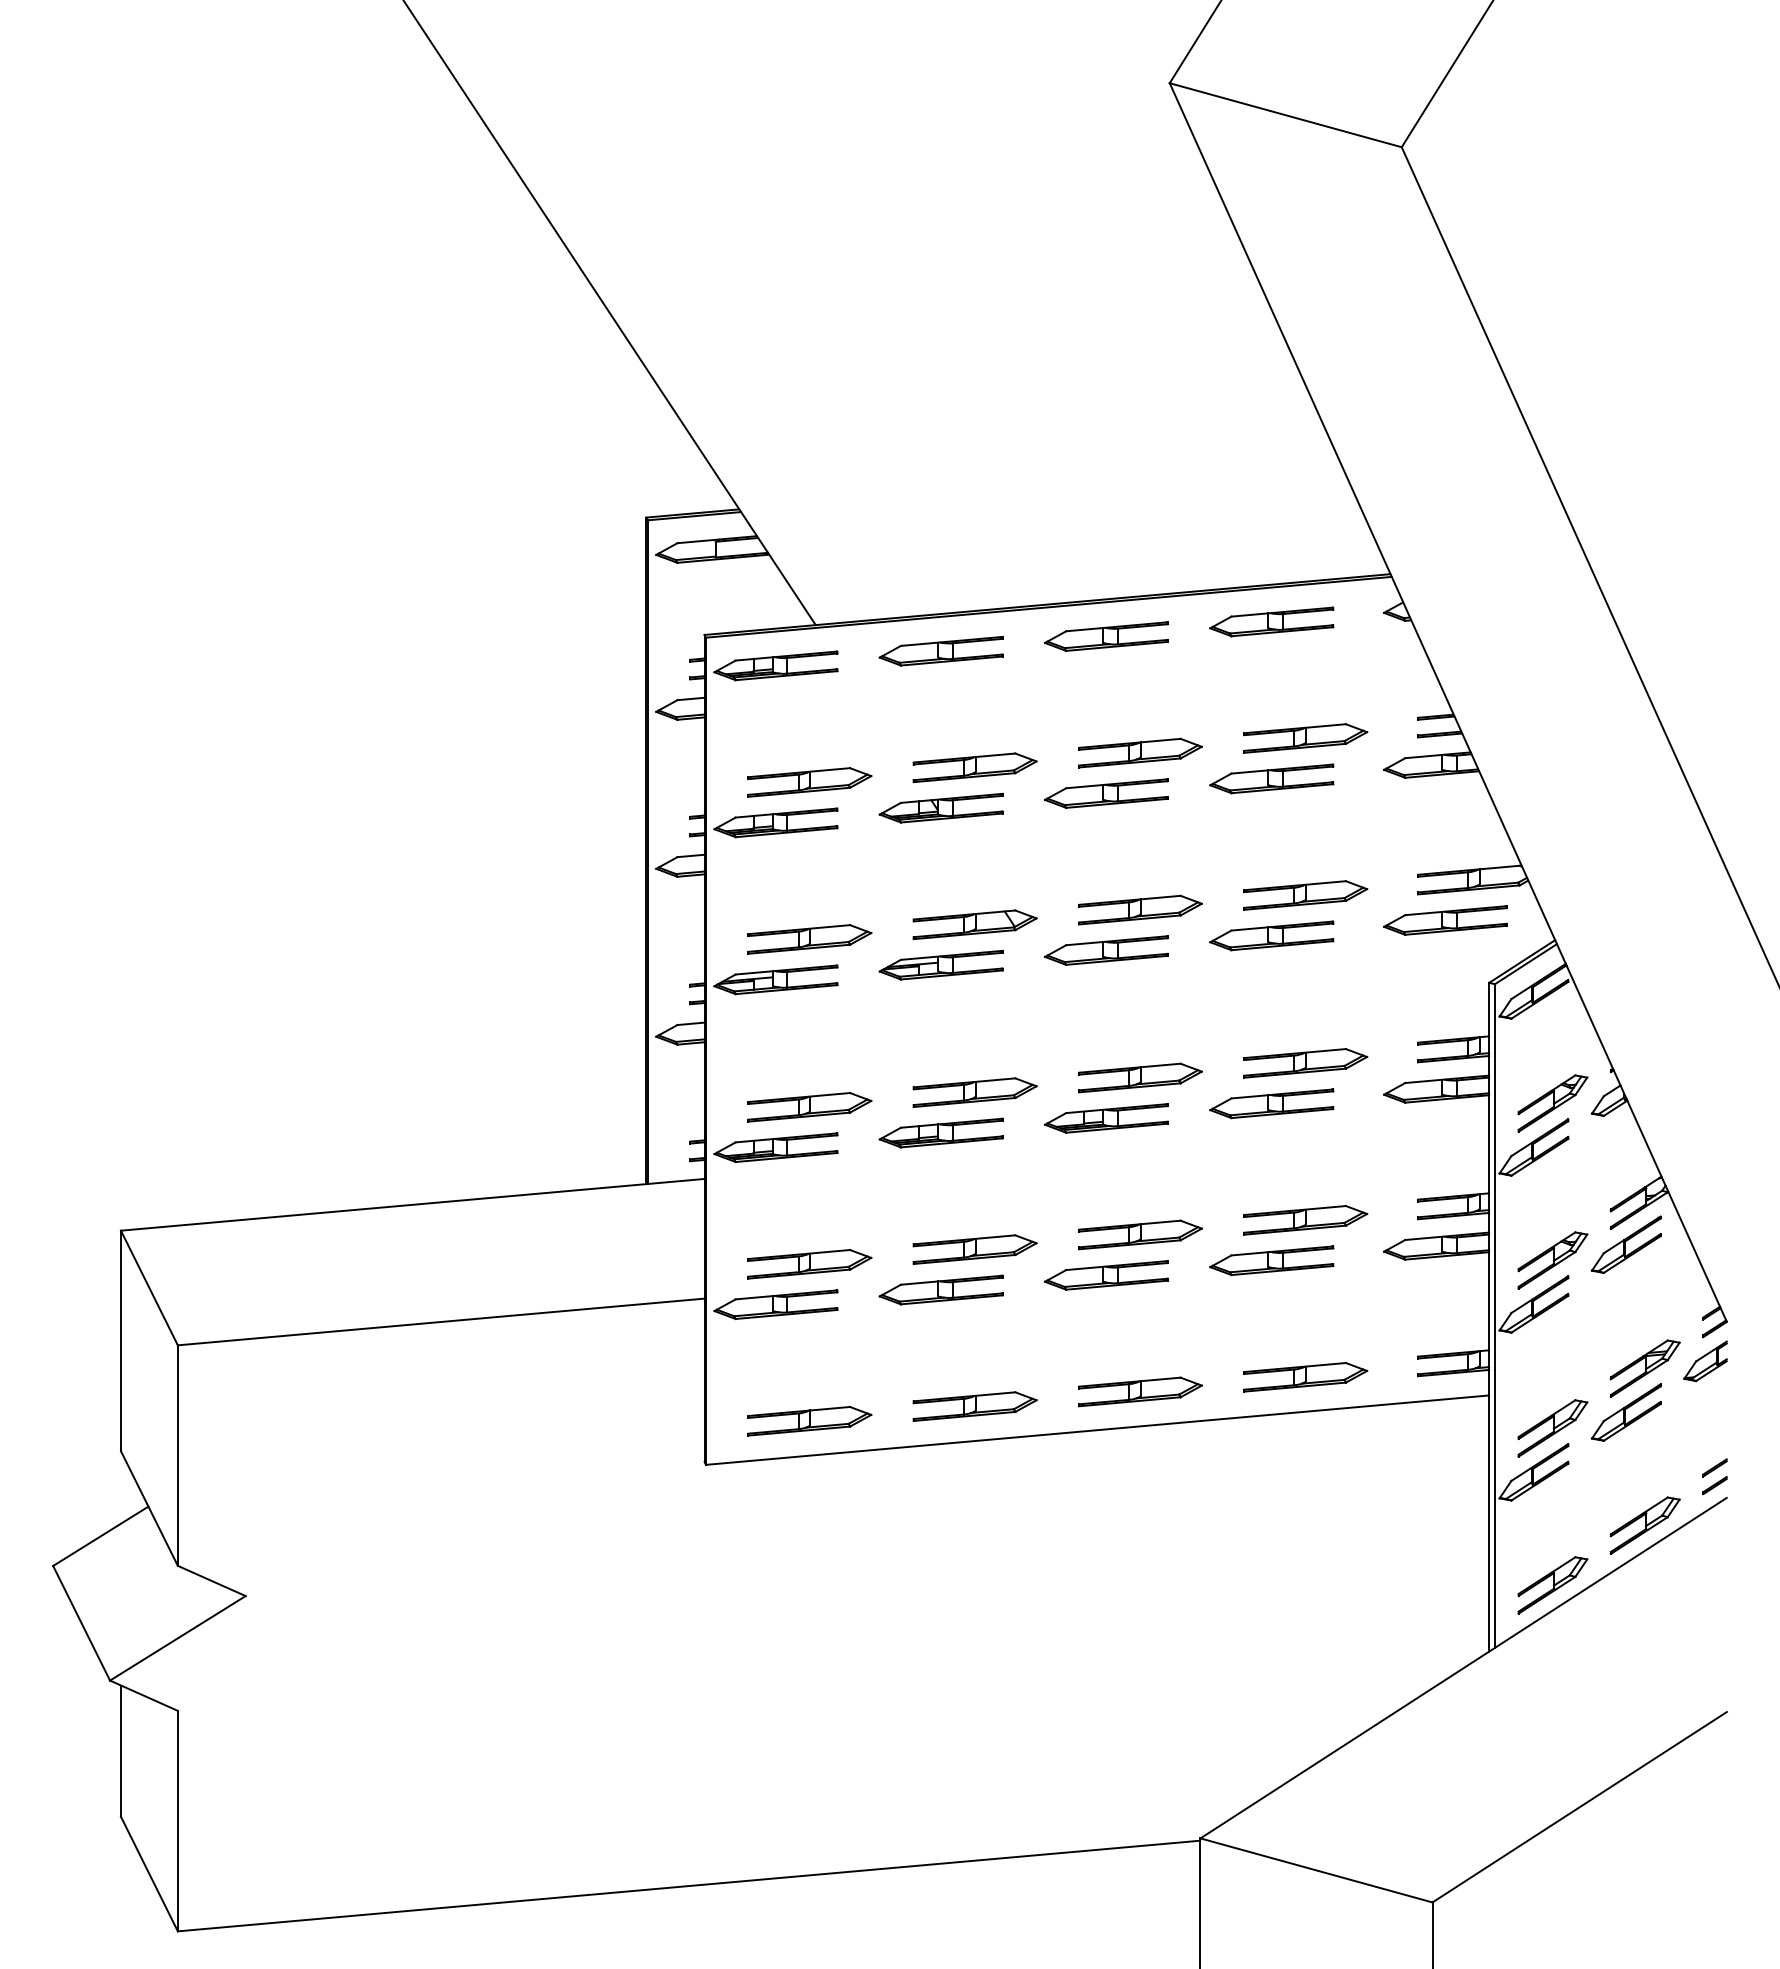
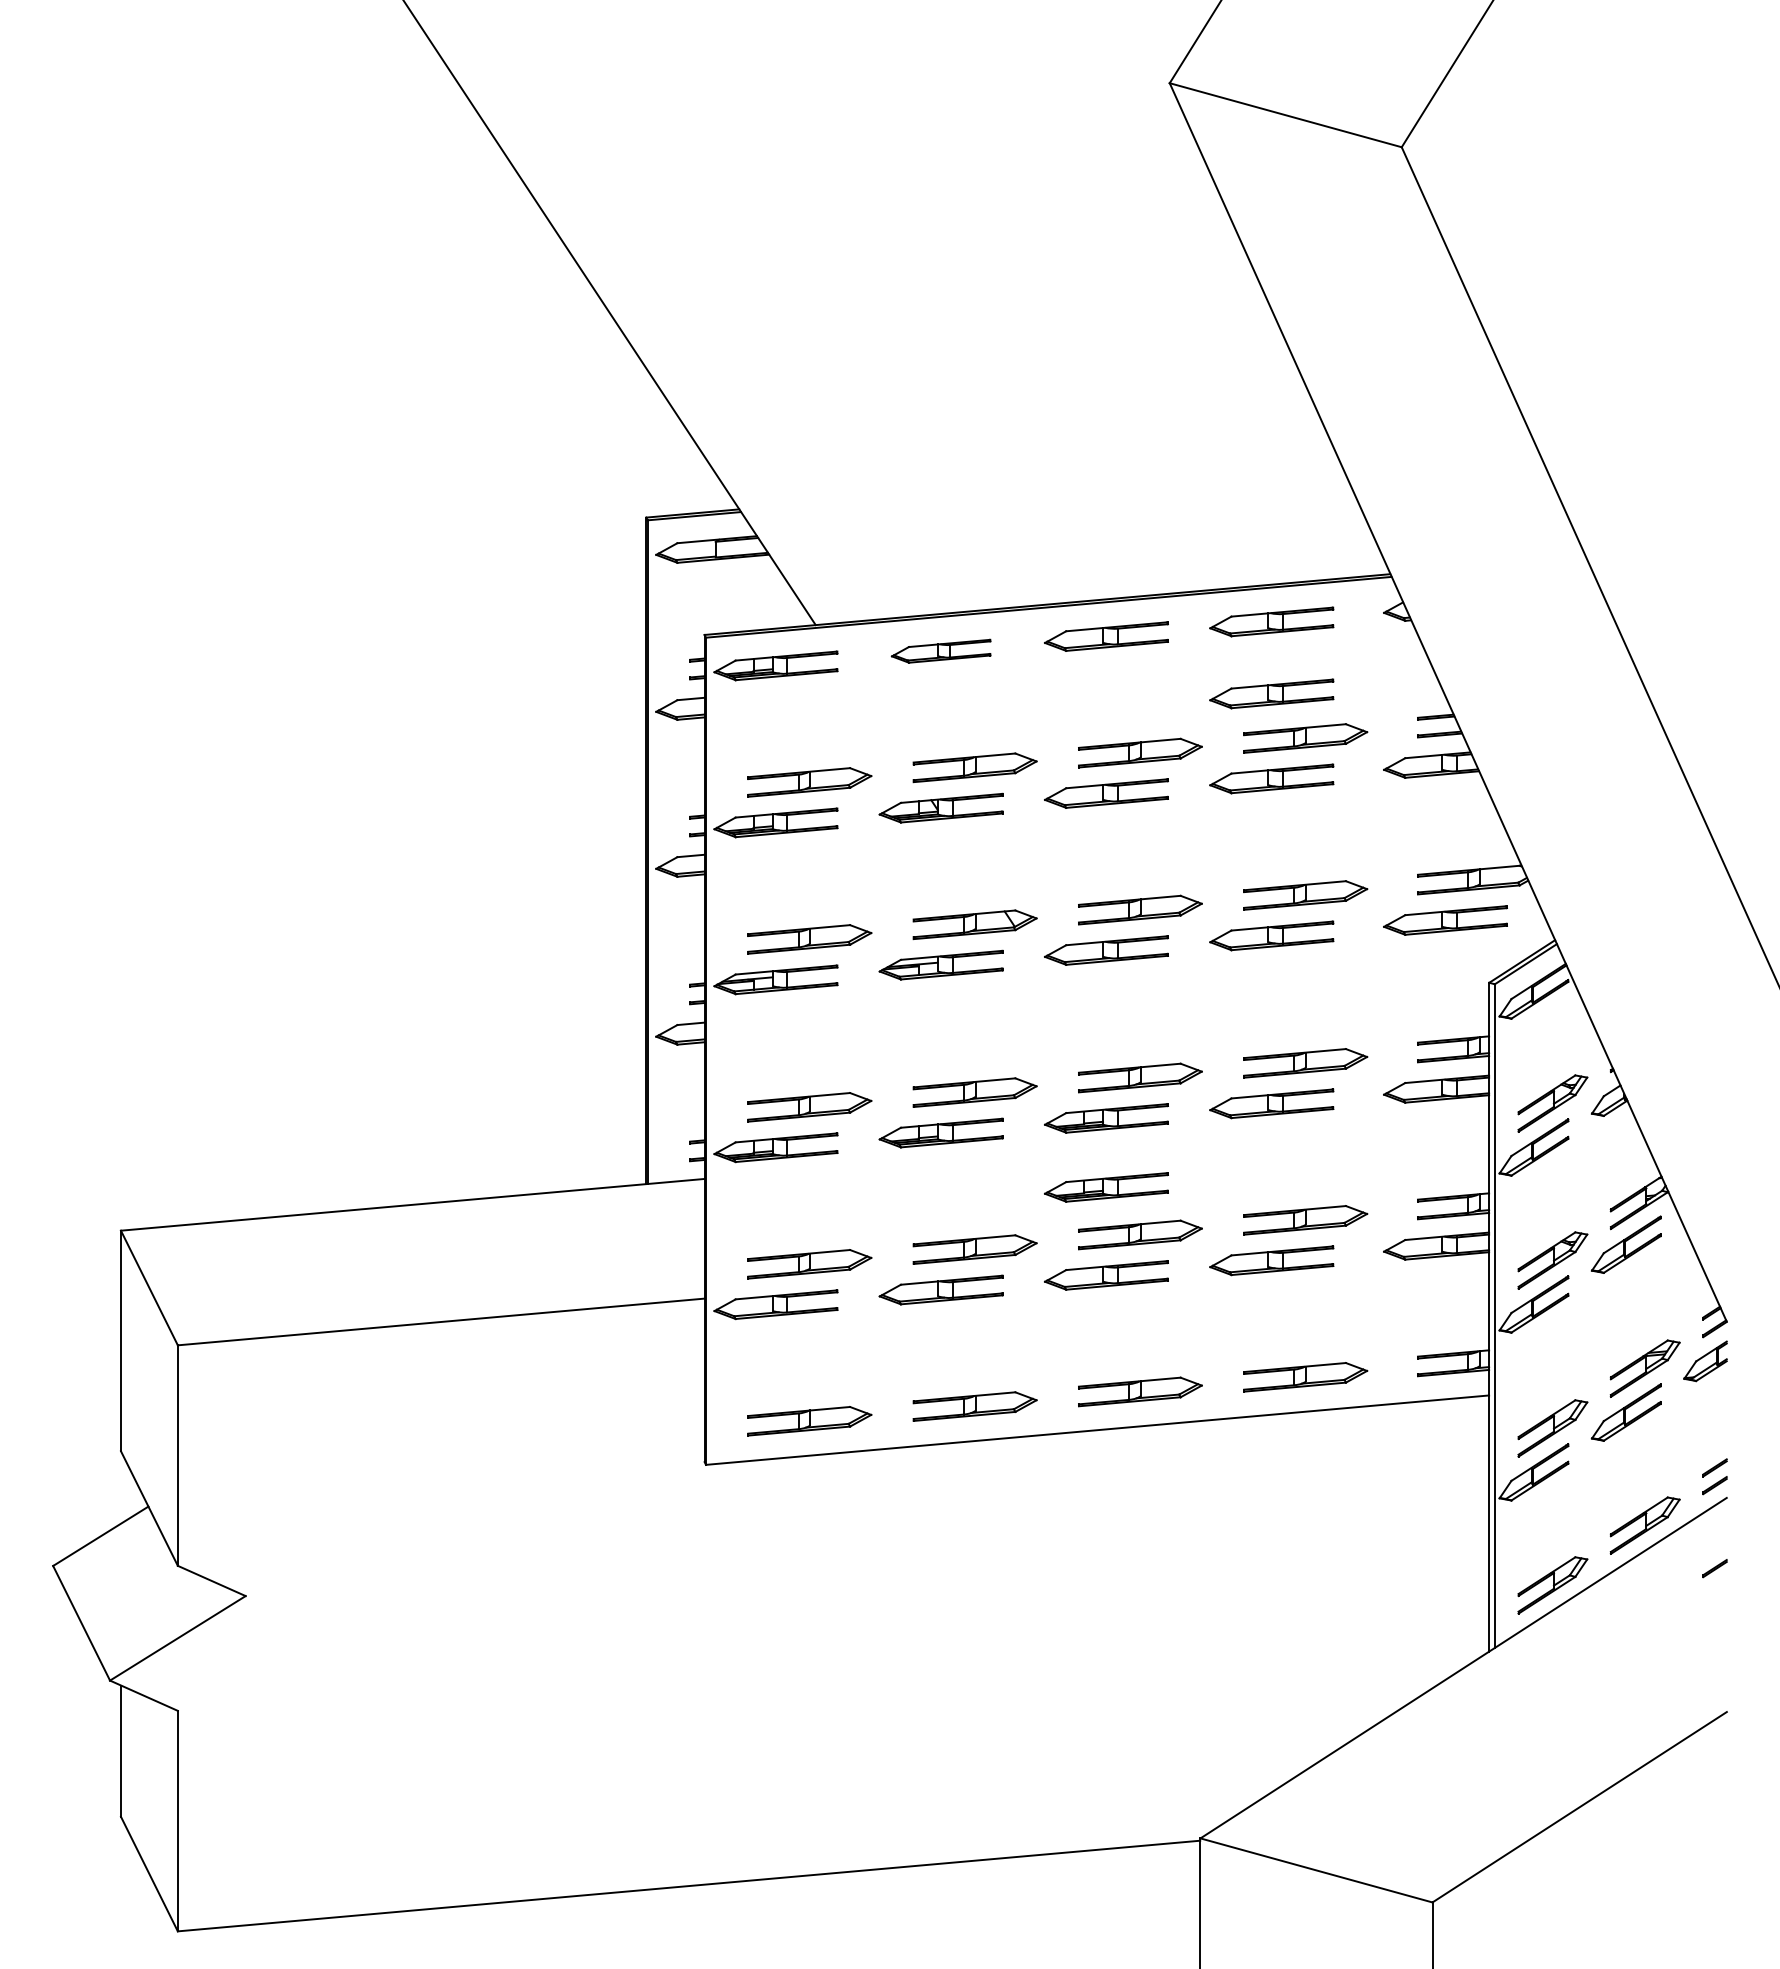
part at (940, 651) size: 126x31 px -> 102x26 px
part at (1271, 693): none -> present
part at (1106, 1187): none -> present
line at (1714, 1568): none -> present
